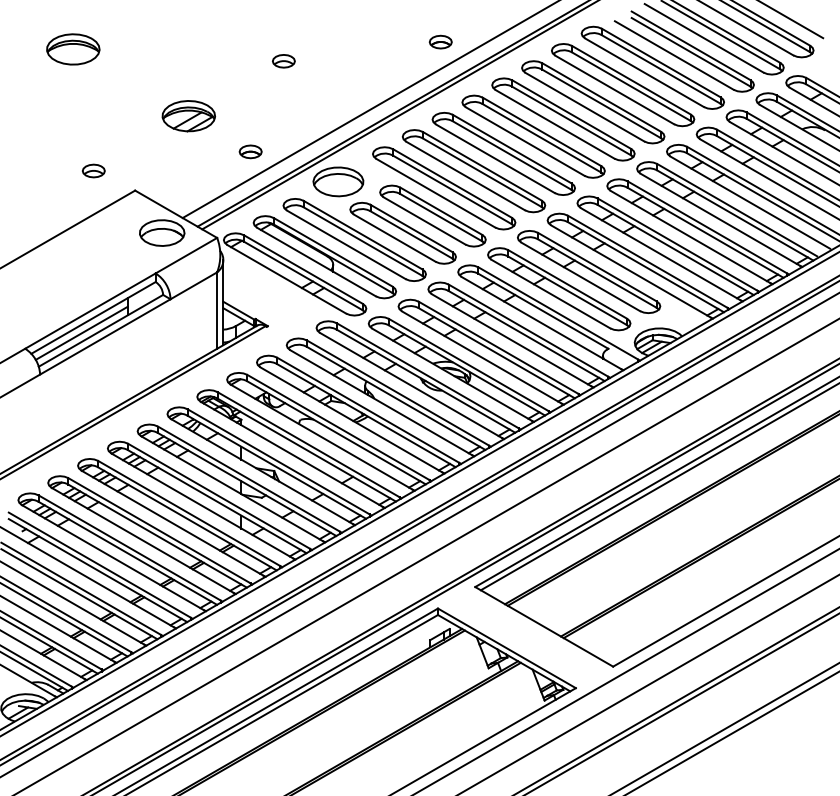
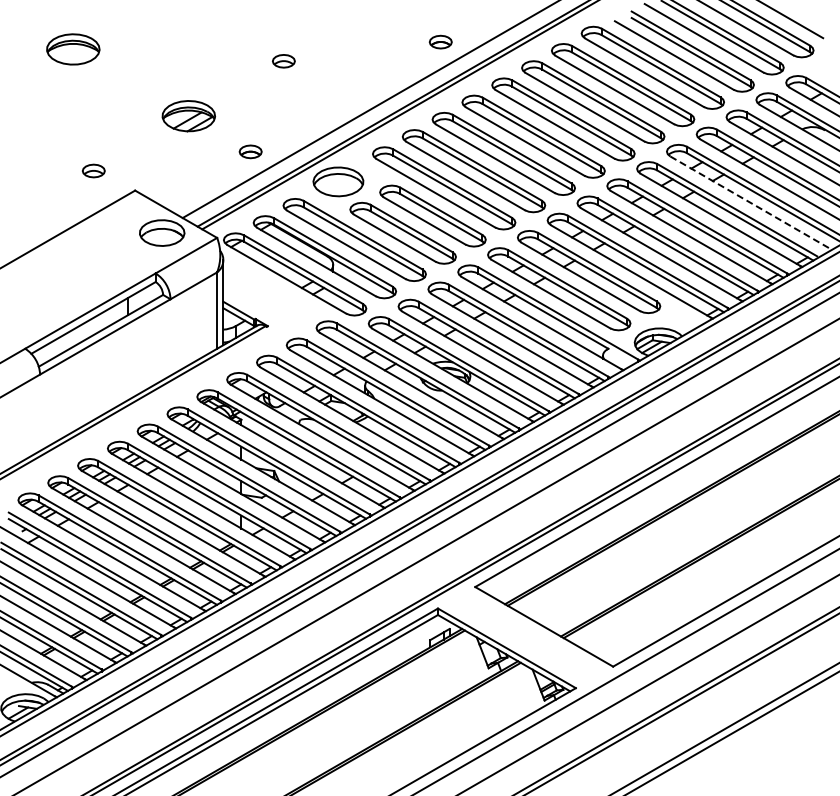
line at (750, 202): solid -> dashed
line at (81, 332): present -> none
line at (658, 487): present -> none
